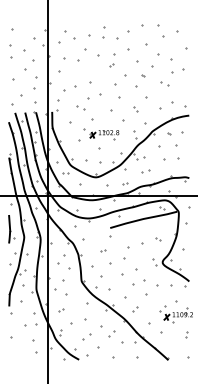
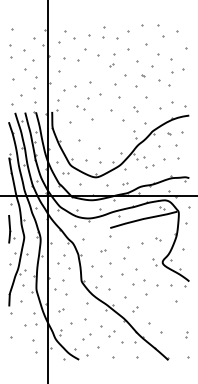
part at (164, 83) size: 10x6 px -> 13x8 px
part at (101, 134): present -> none
part at (145, 171) position: (145, 171) -> (149, 166)
part at (175, 314): present -> none
